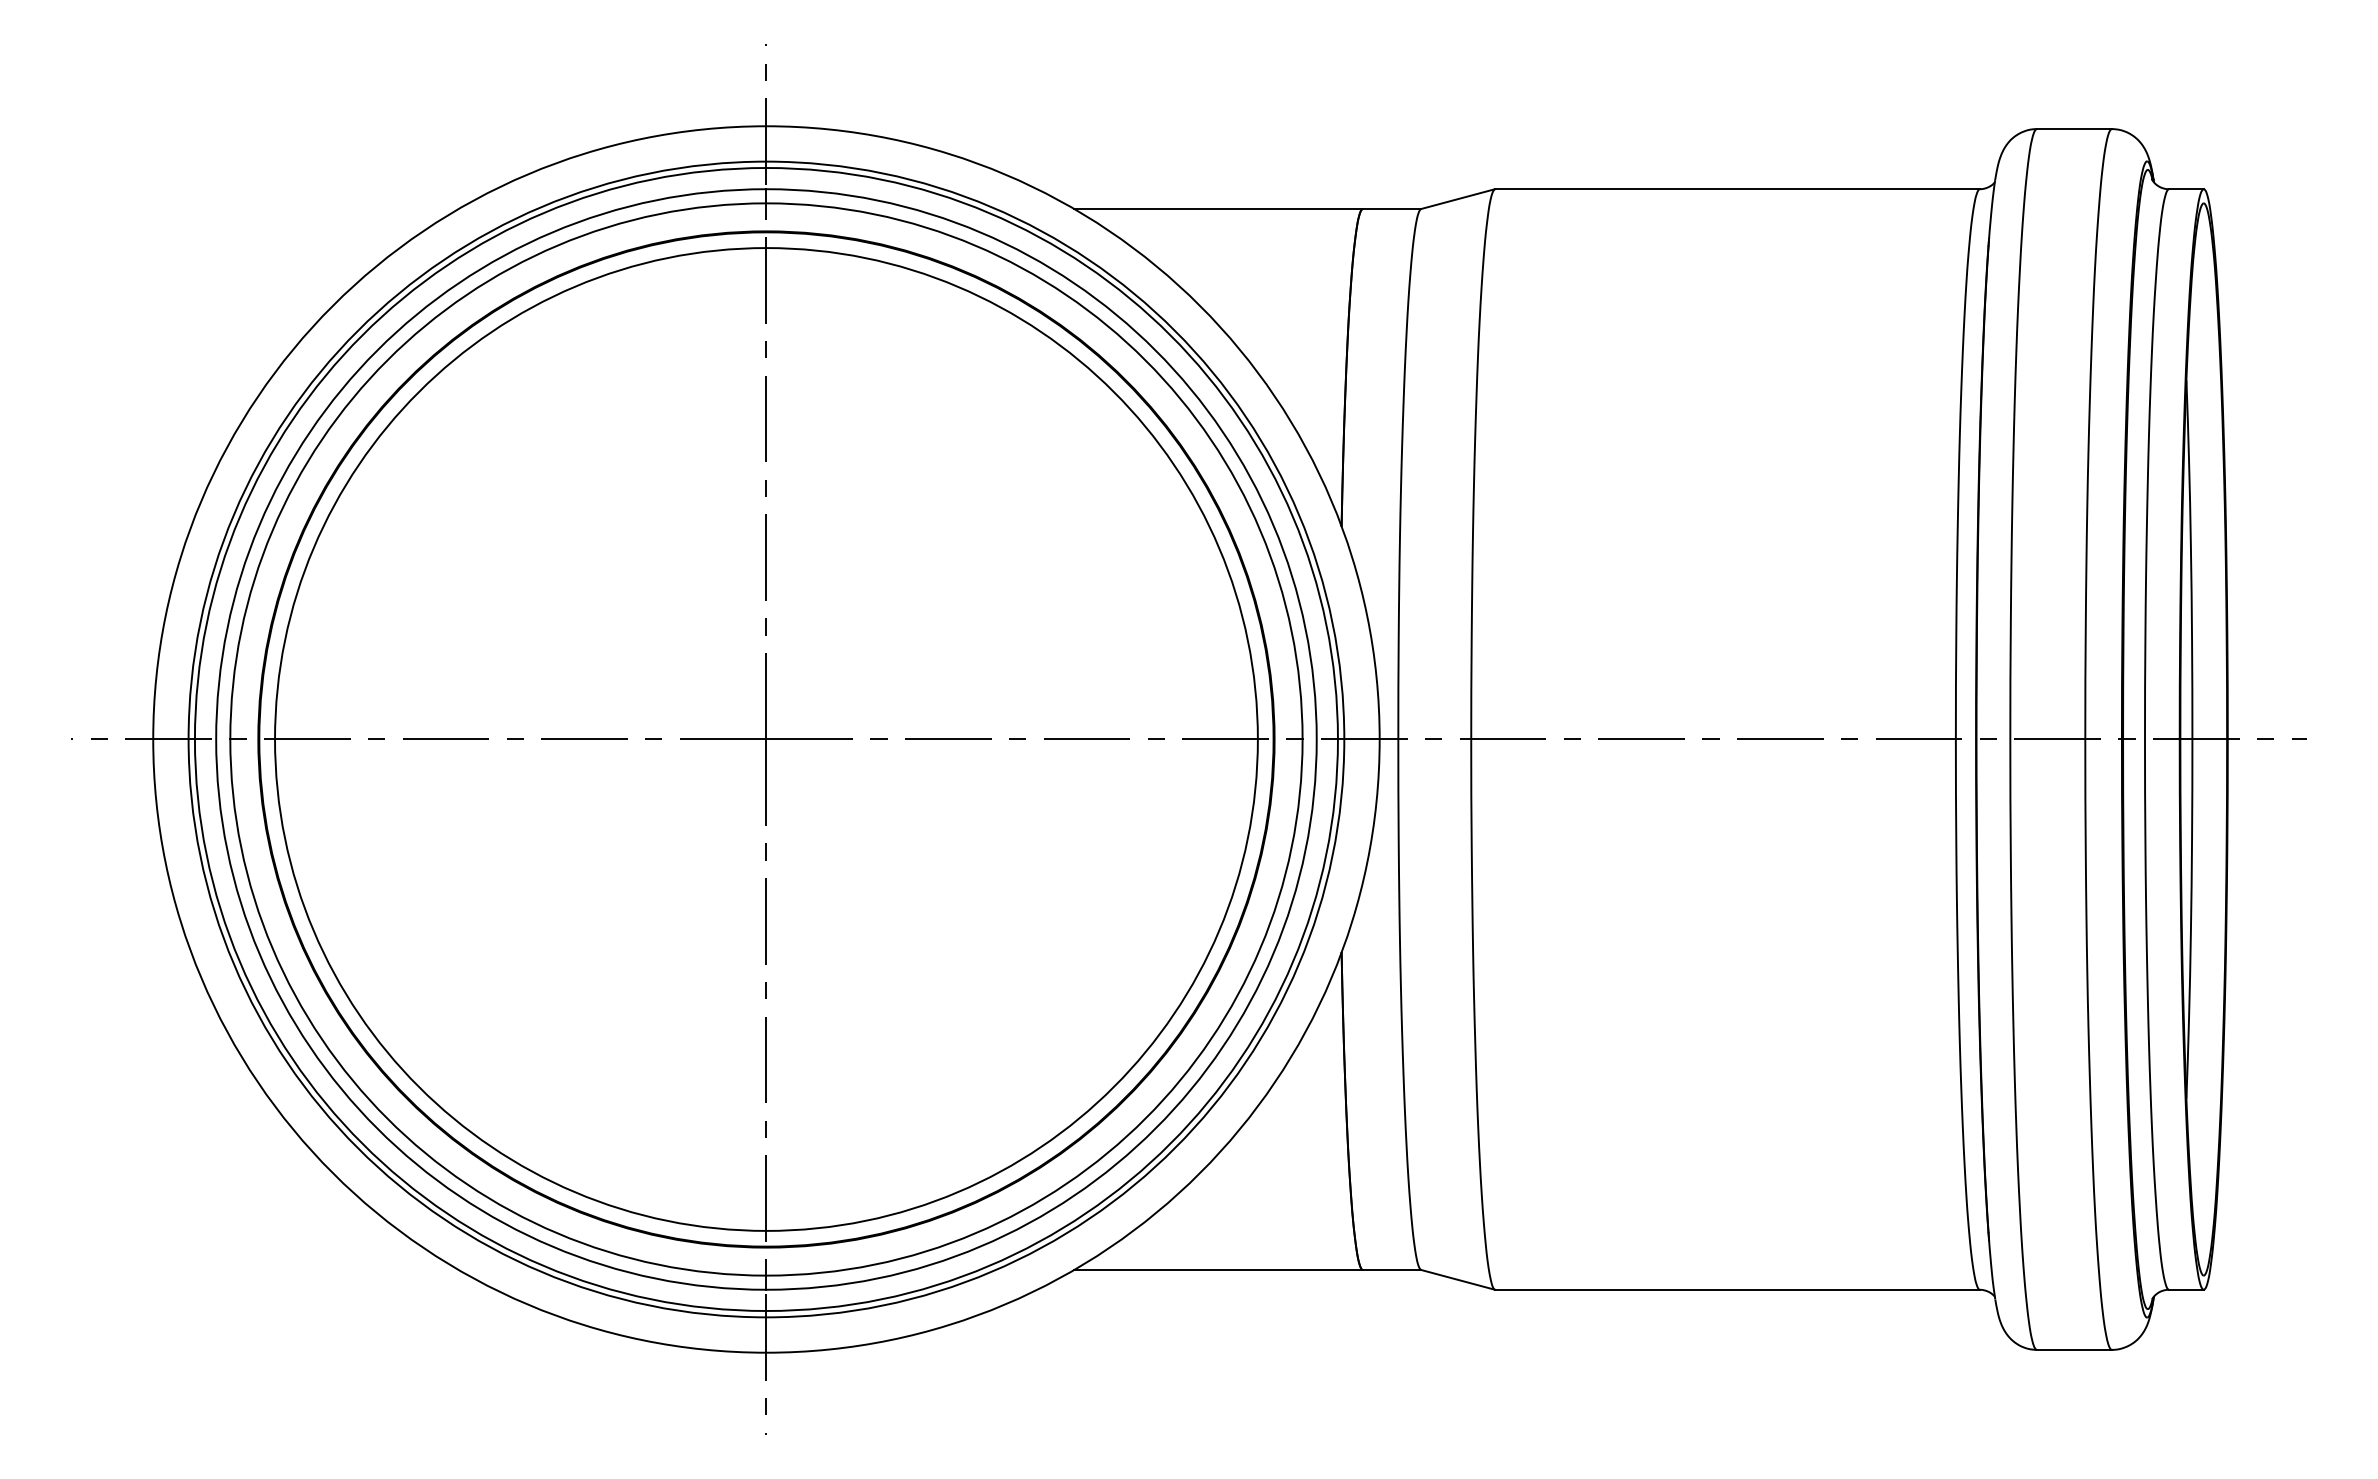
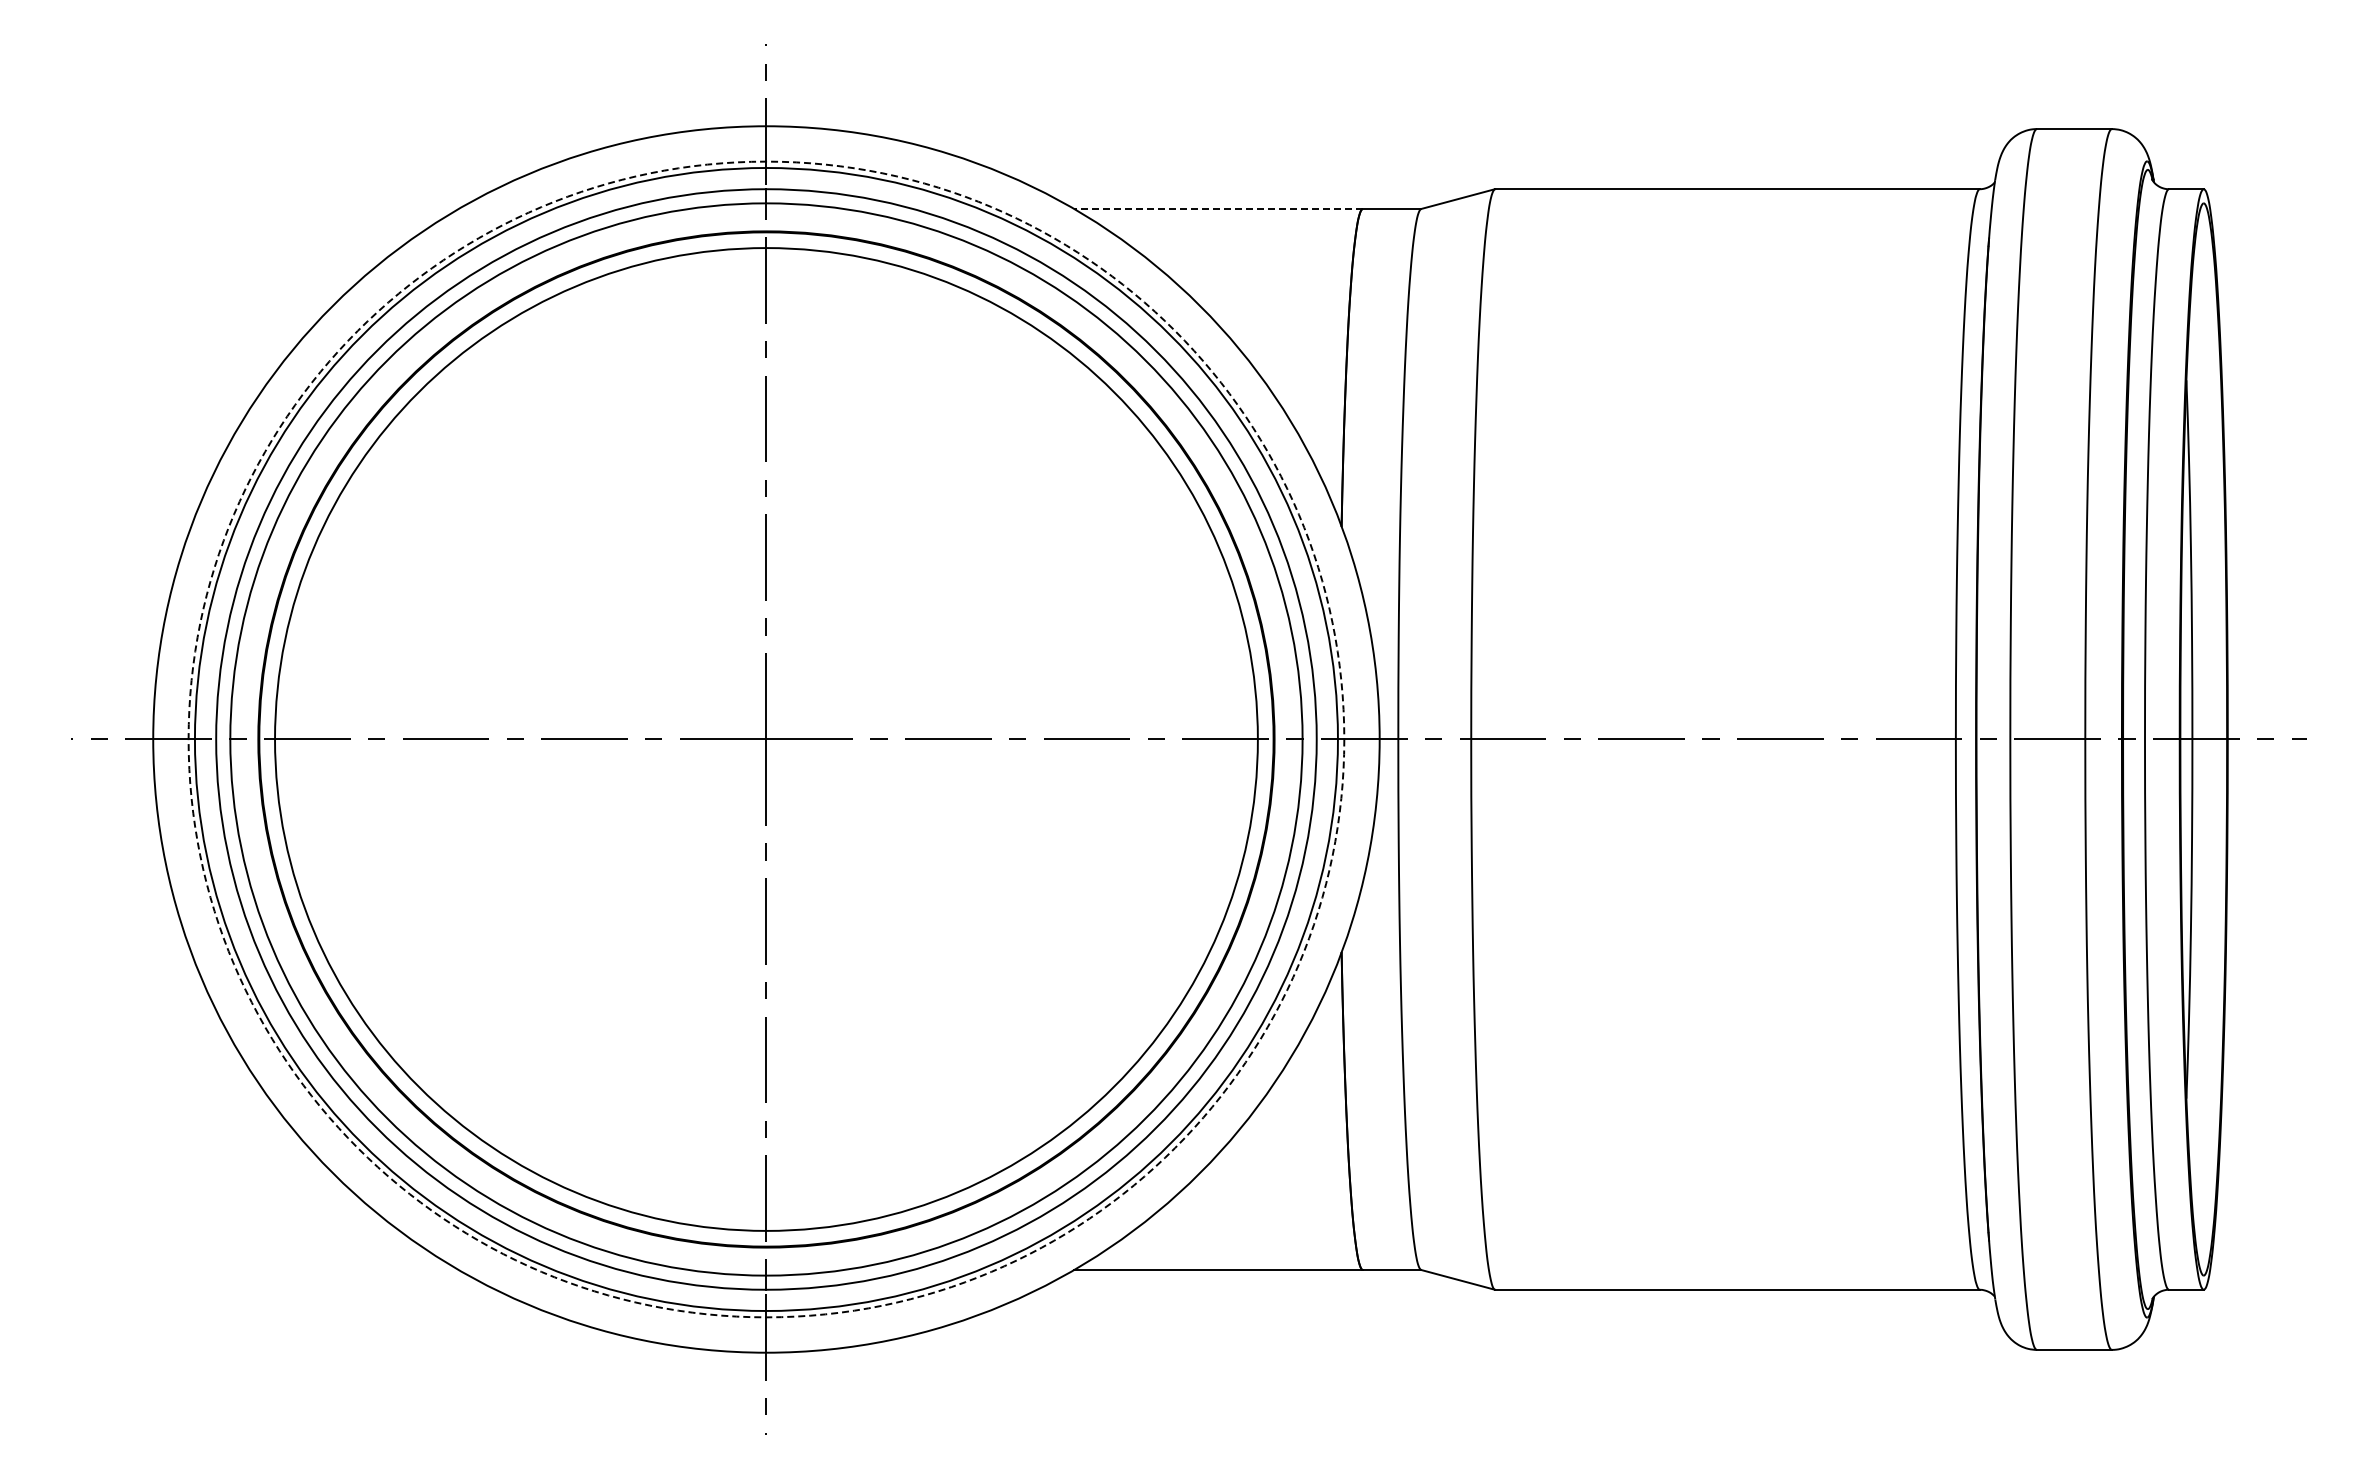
line at (1217, 209): solid -> dashed
circle at (766, 739): solid -> dashed
